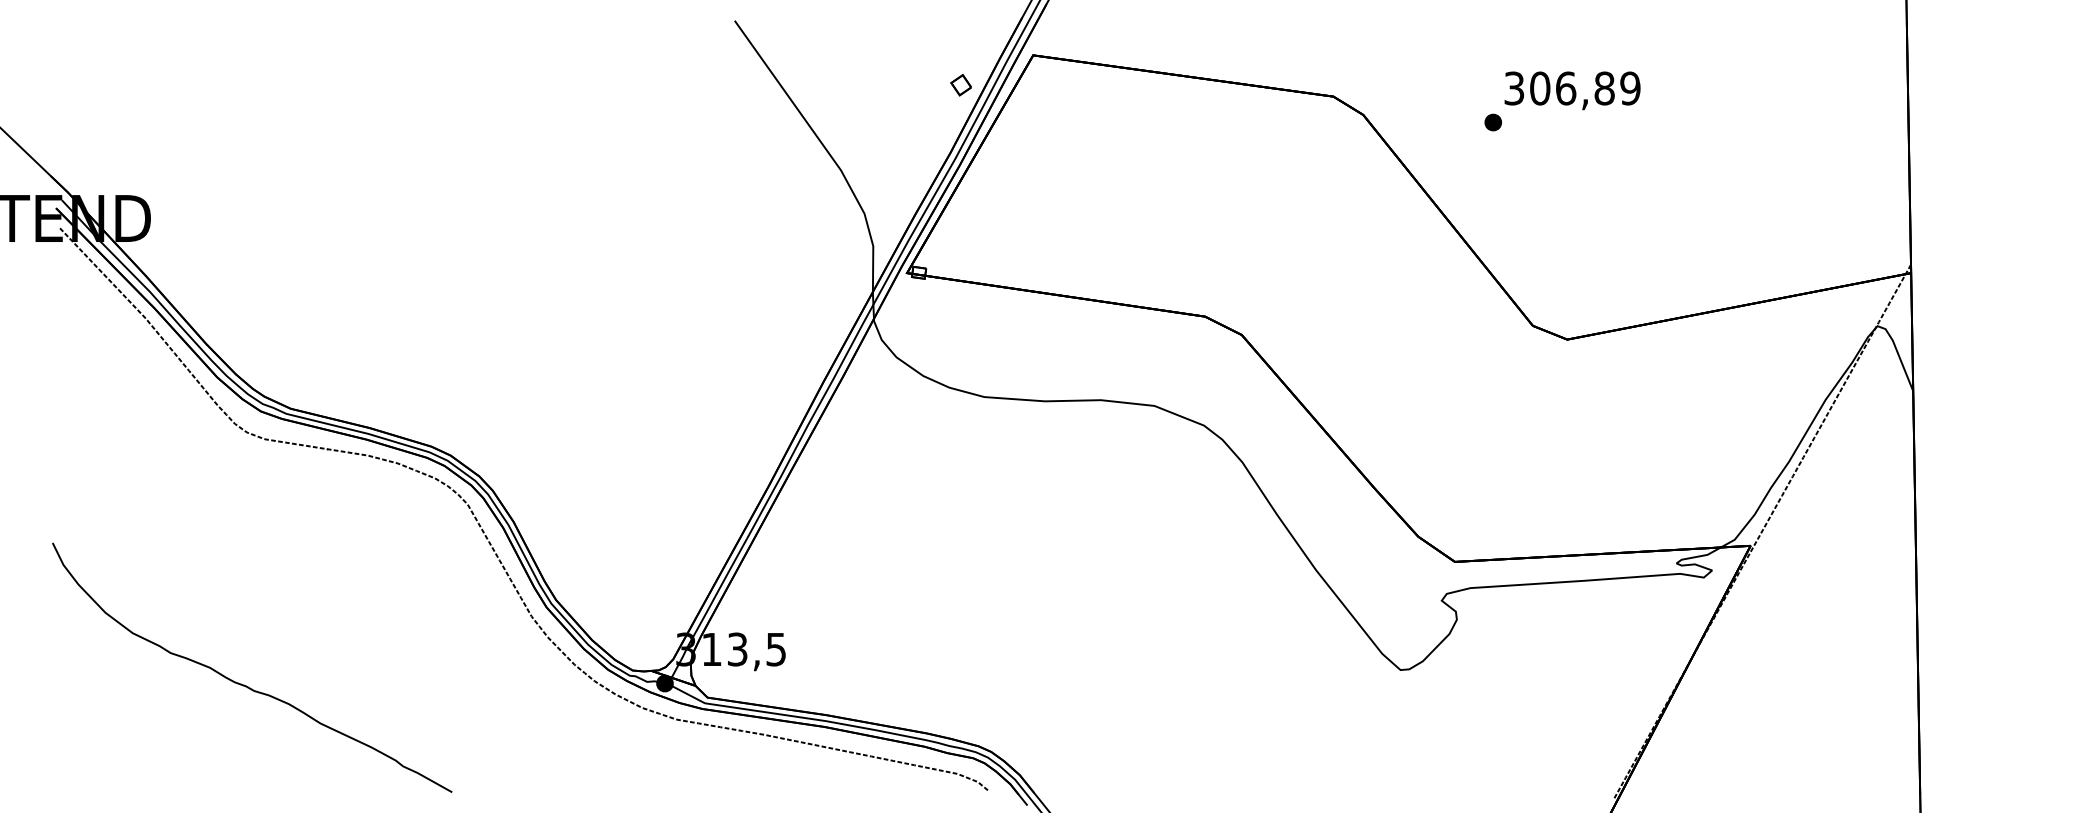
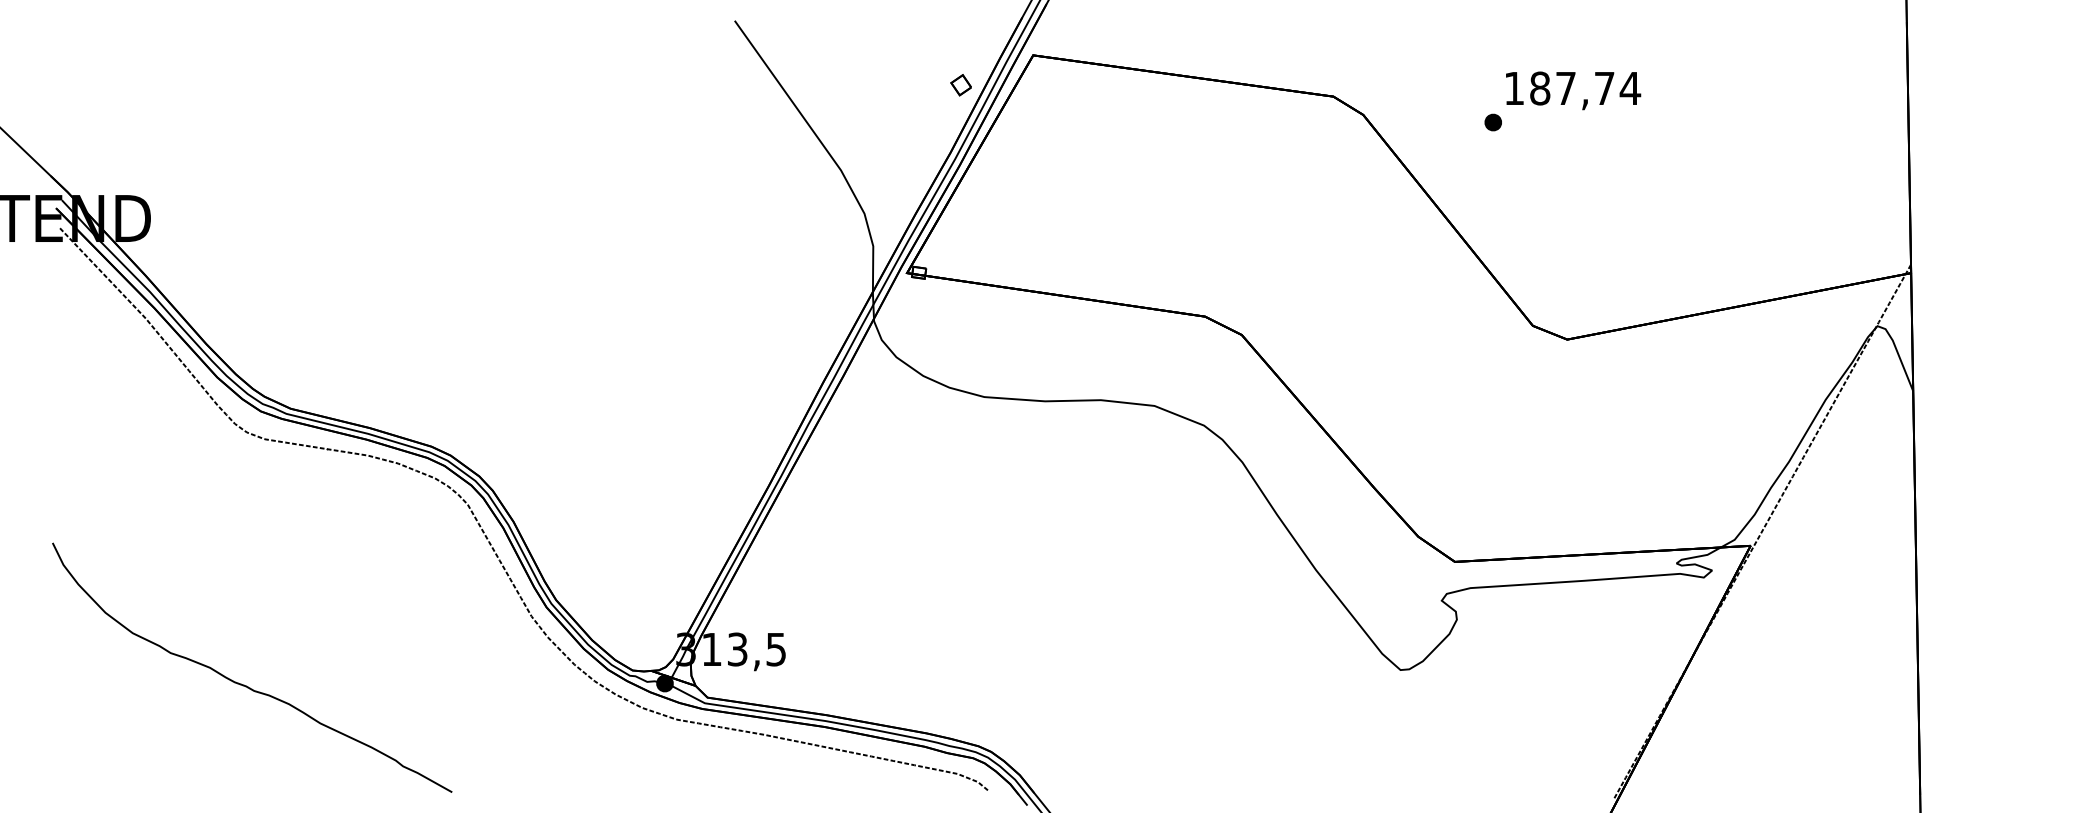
text at (1572, 88): 306,89 -> 187,74
